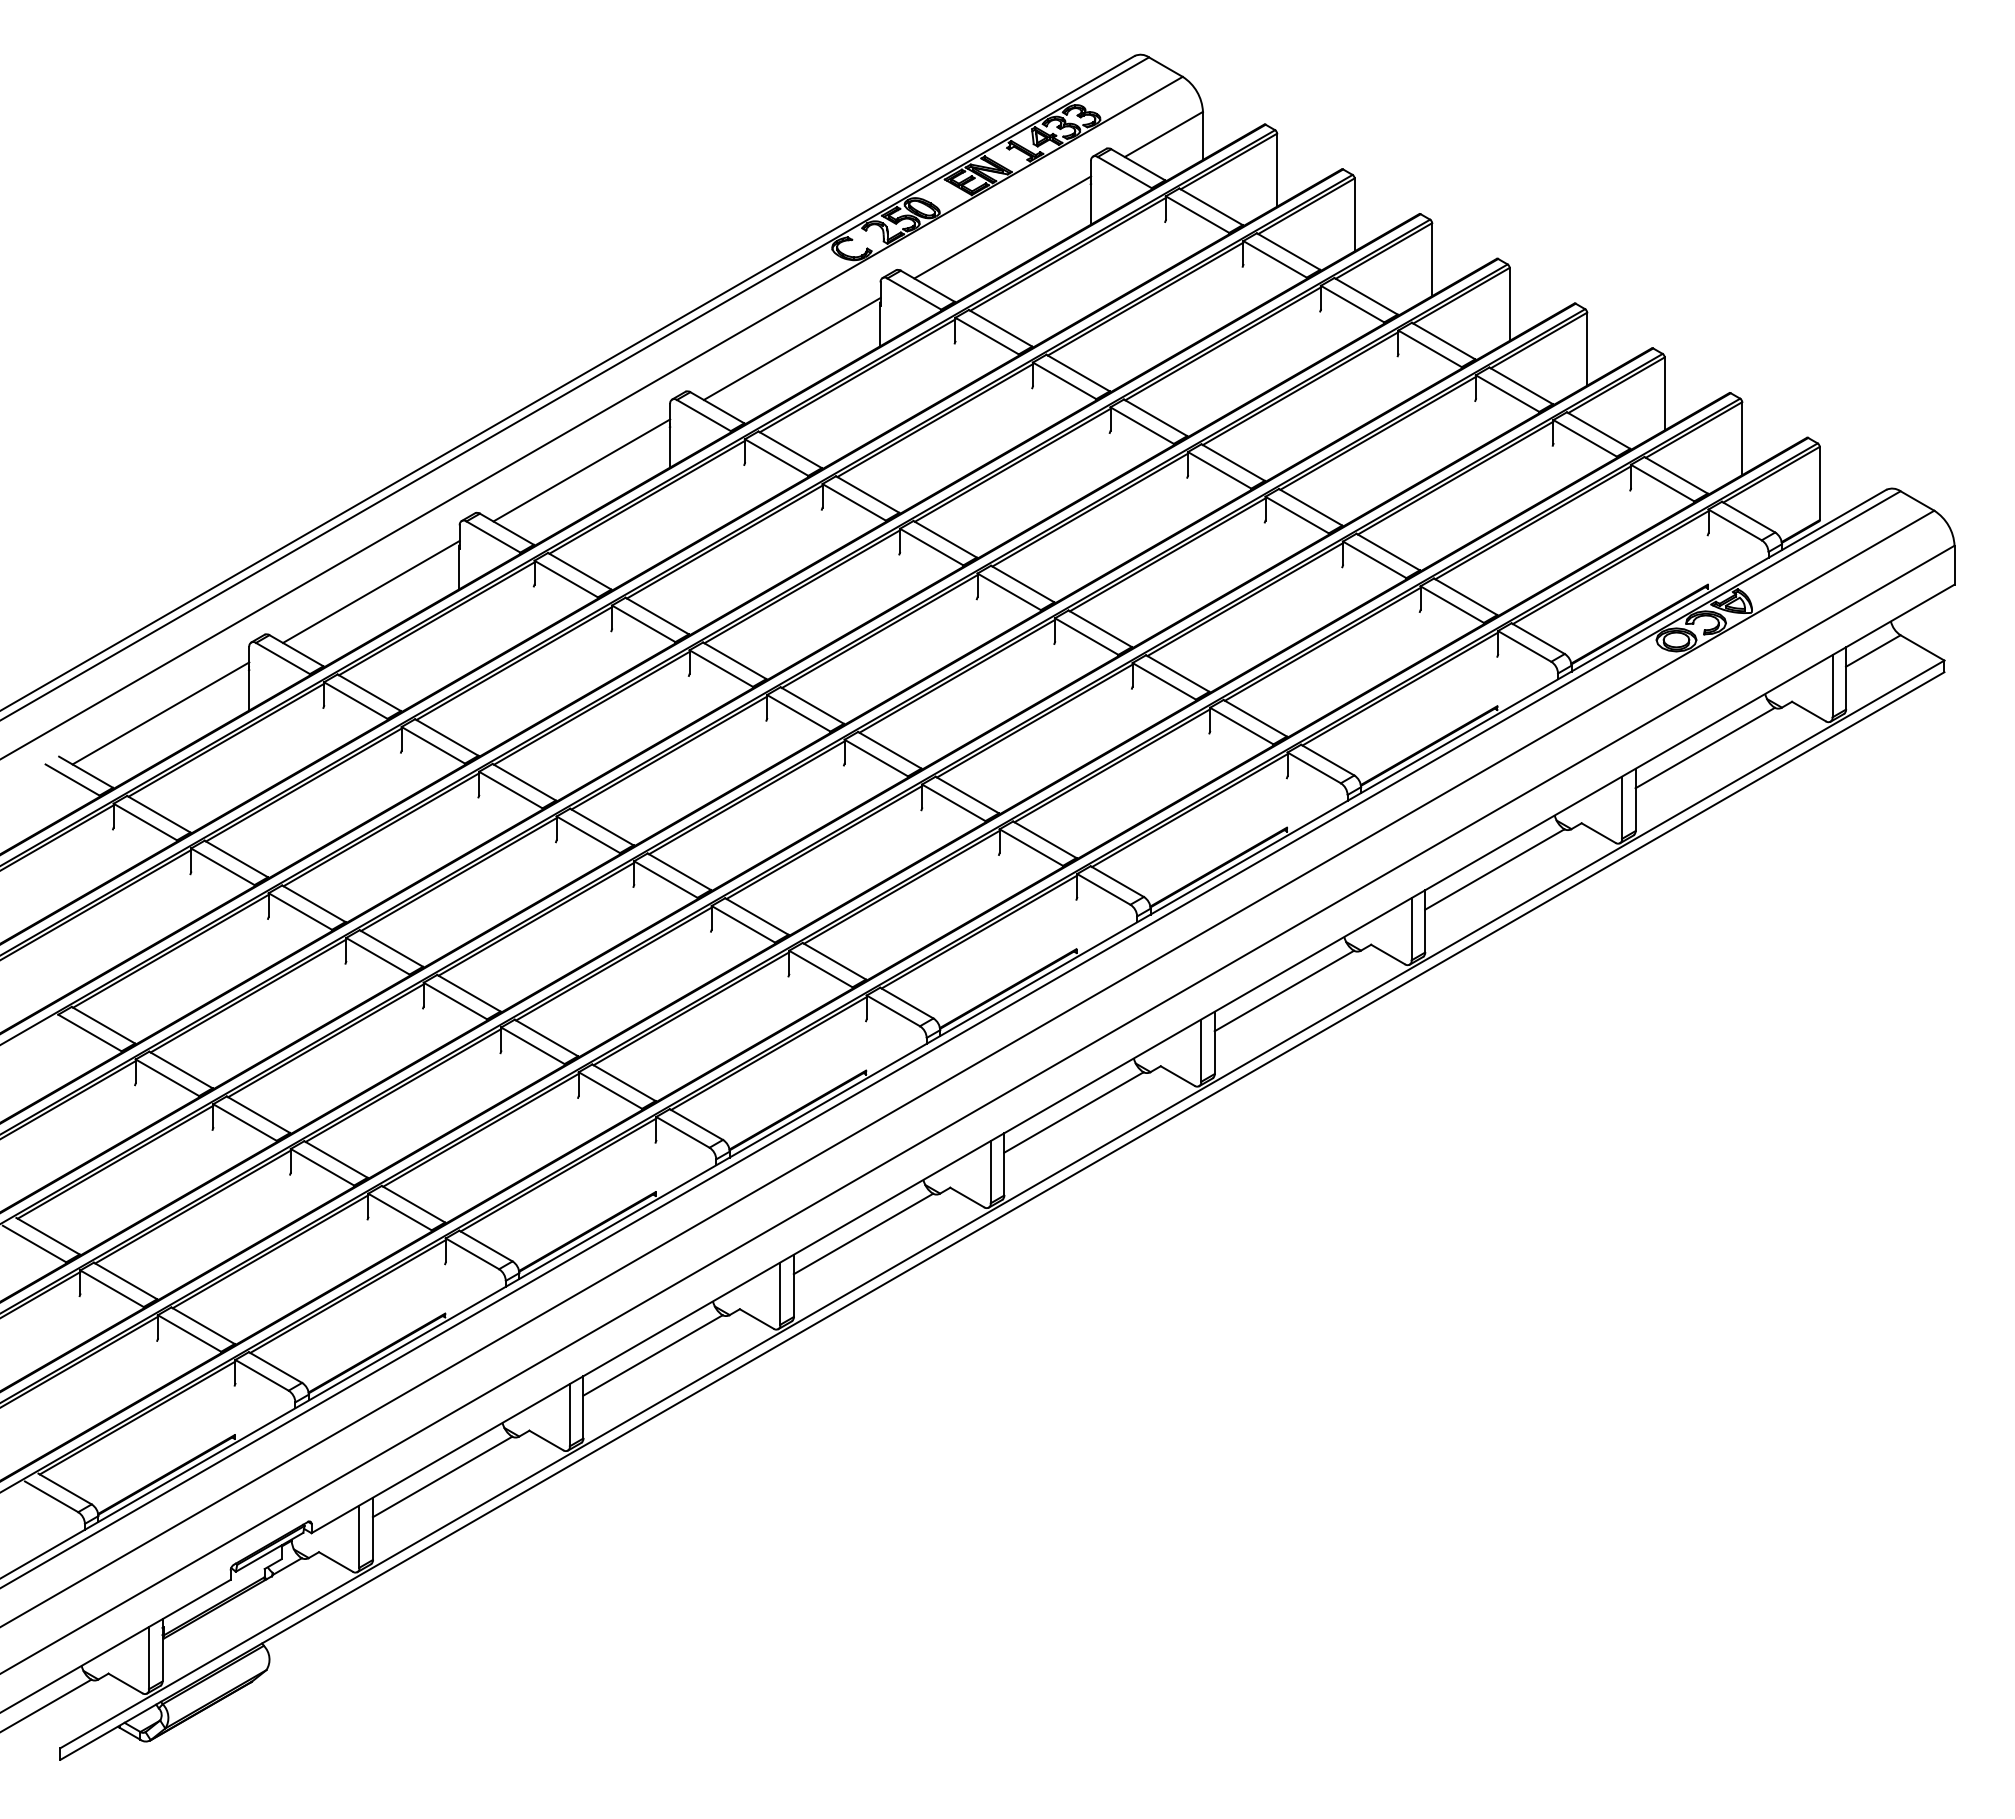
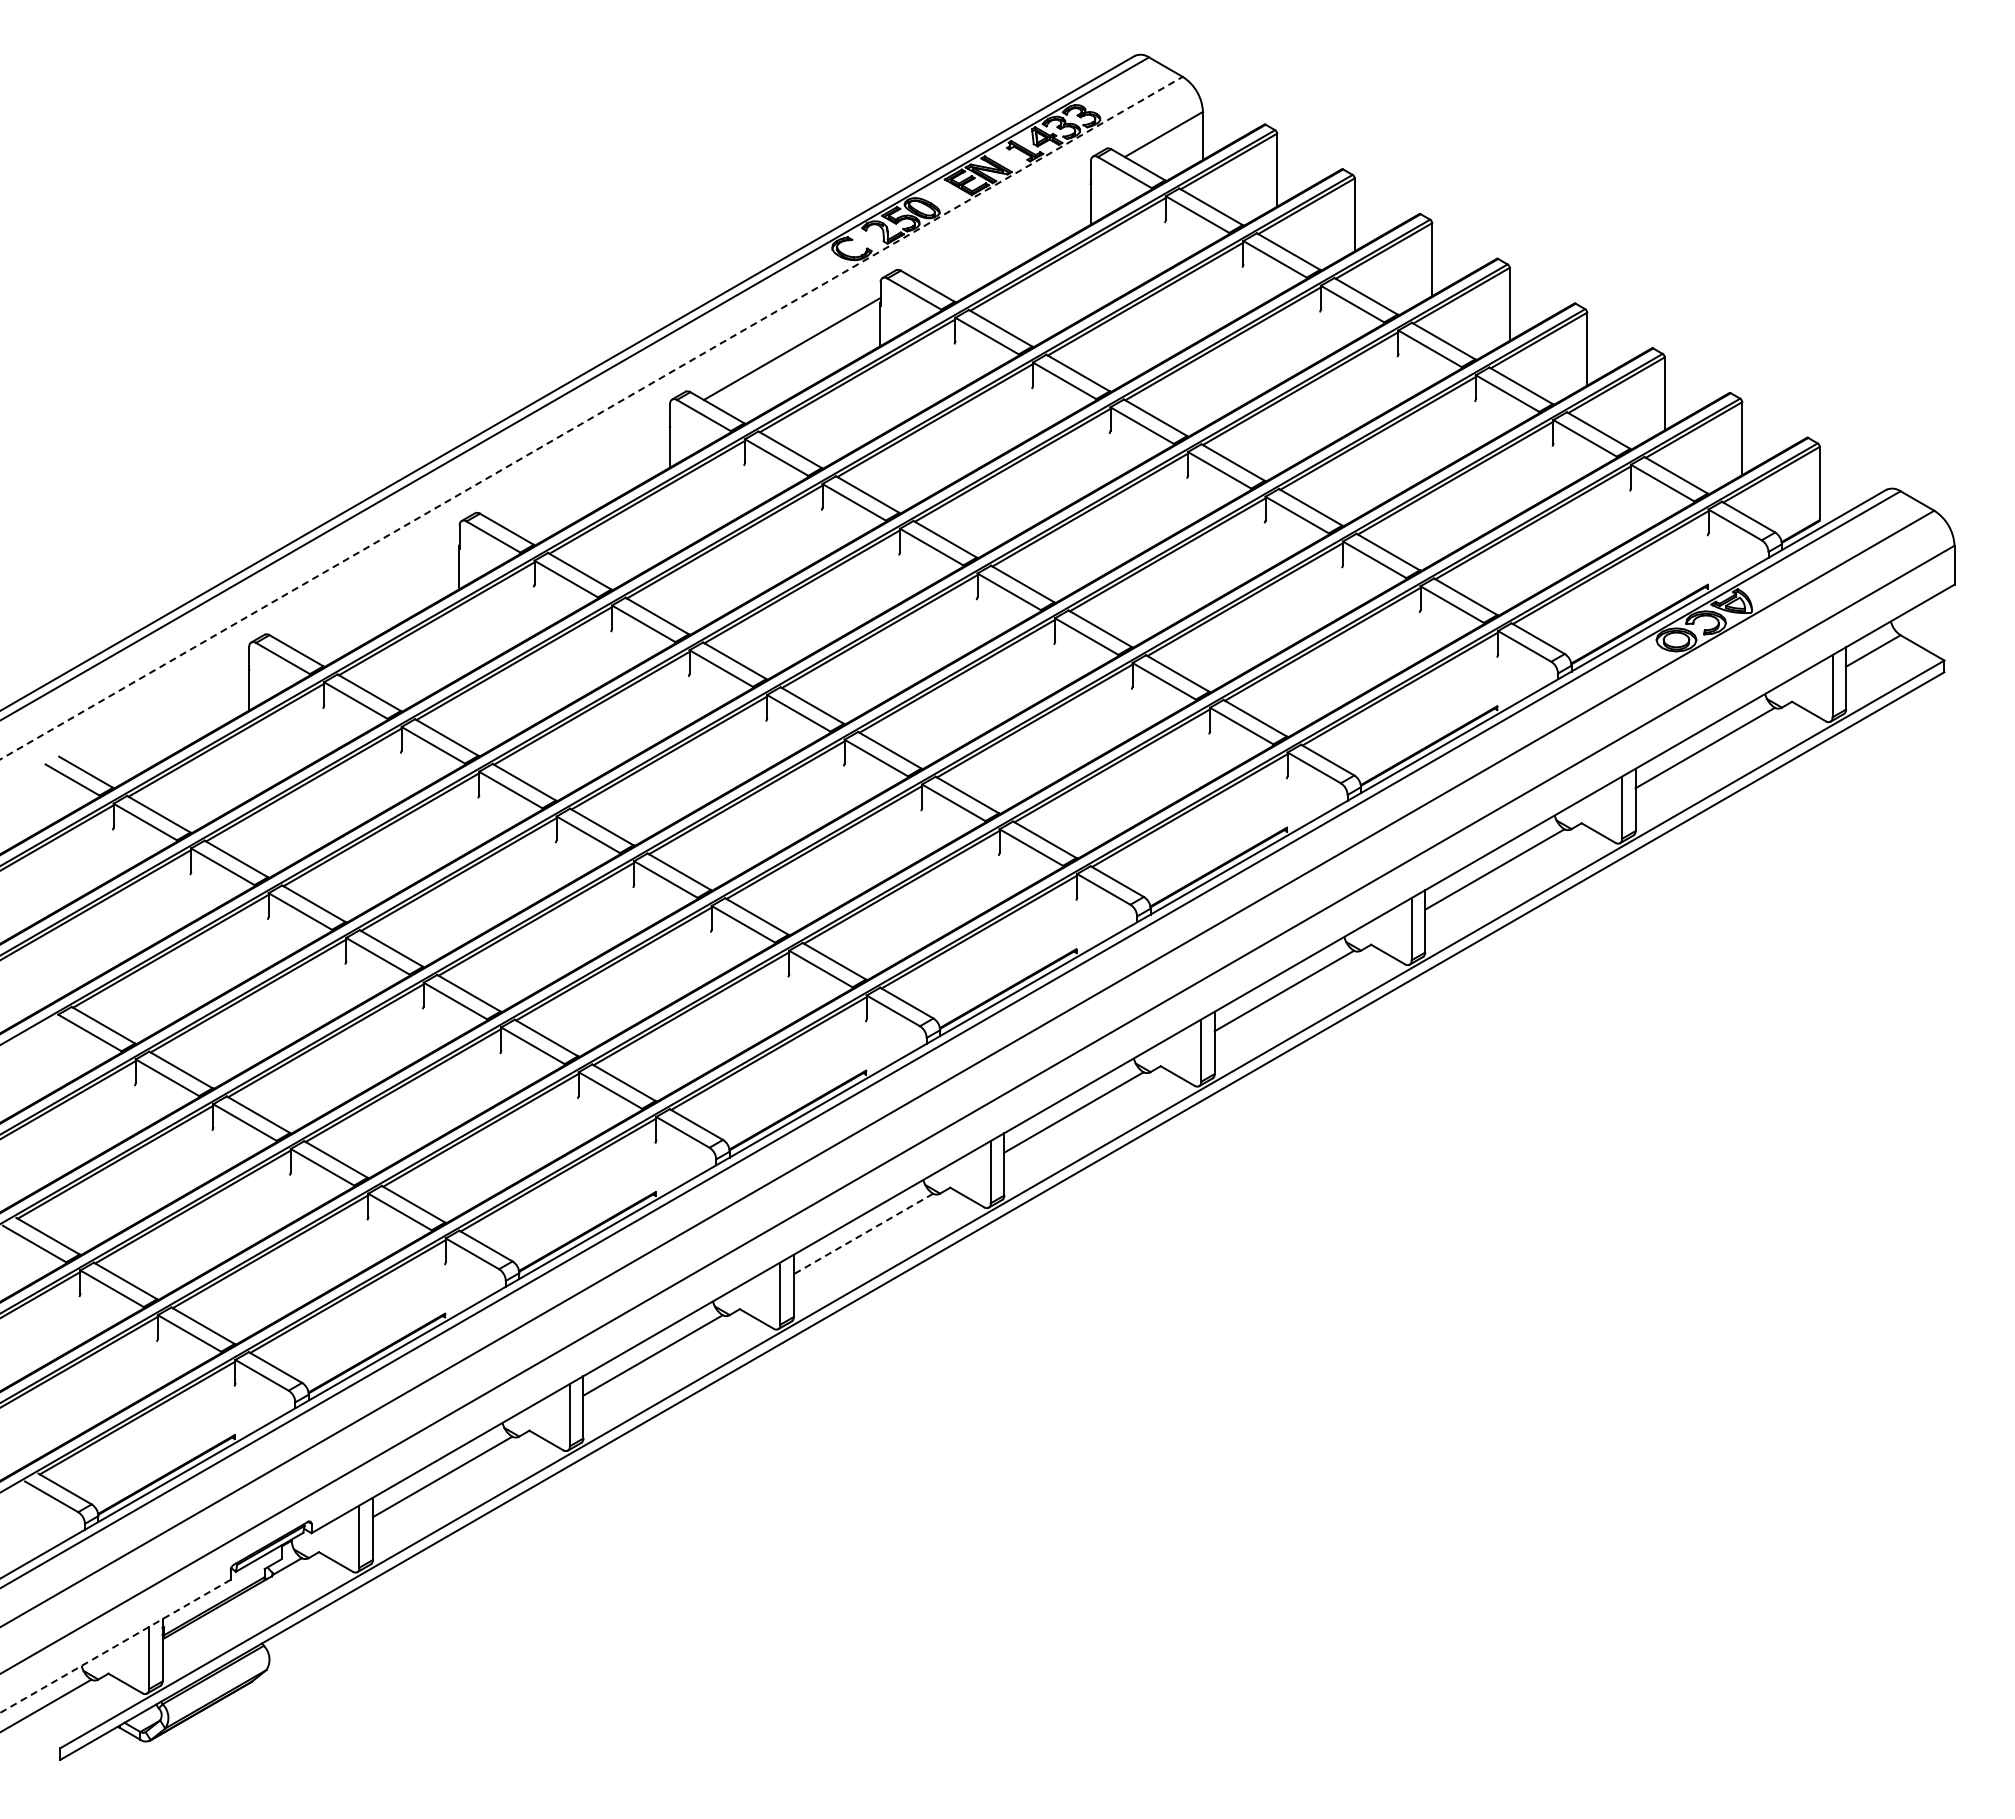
line at (1002, 227): present -> none
line at (592, 417): solid -> dashed
line at (581, 470): present -> none
line at (371, 591): present -> none
line at (160, 713): present -> none
line at (863, 1234): solid -> dashed
line at (115, 1646): solid -> dashed
